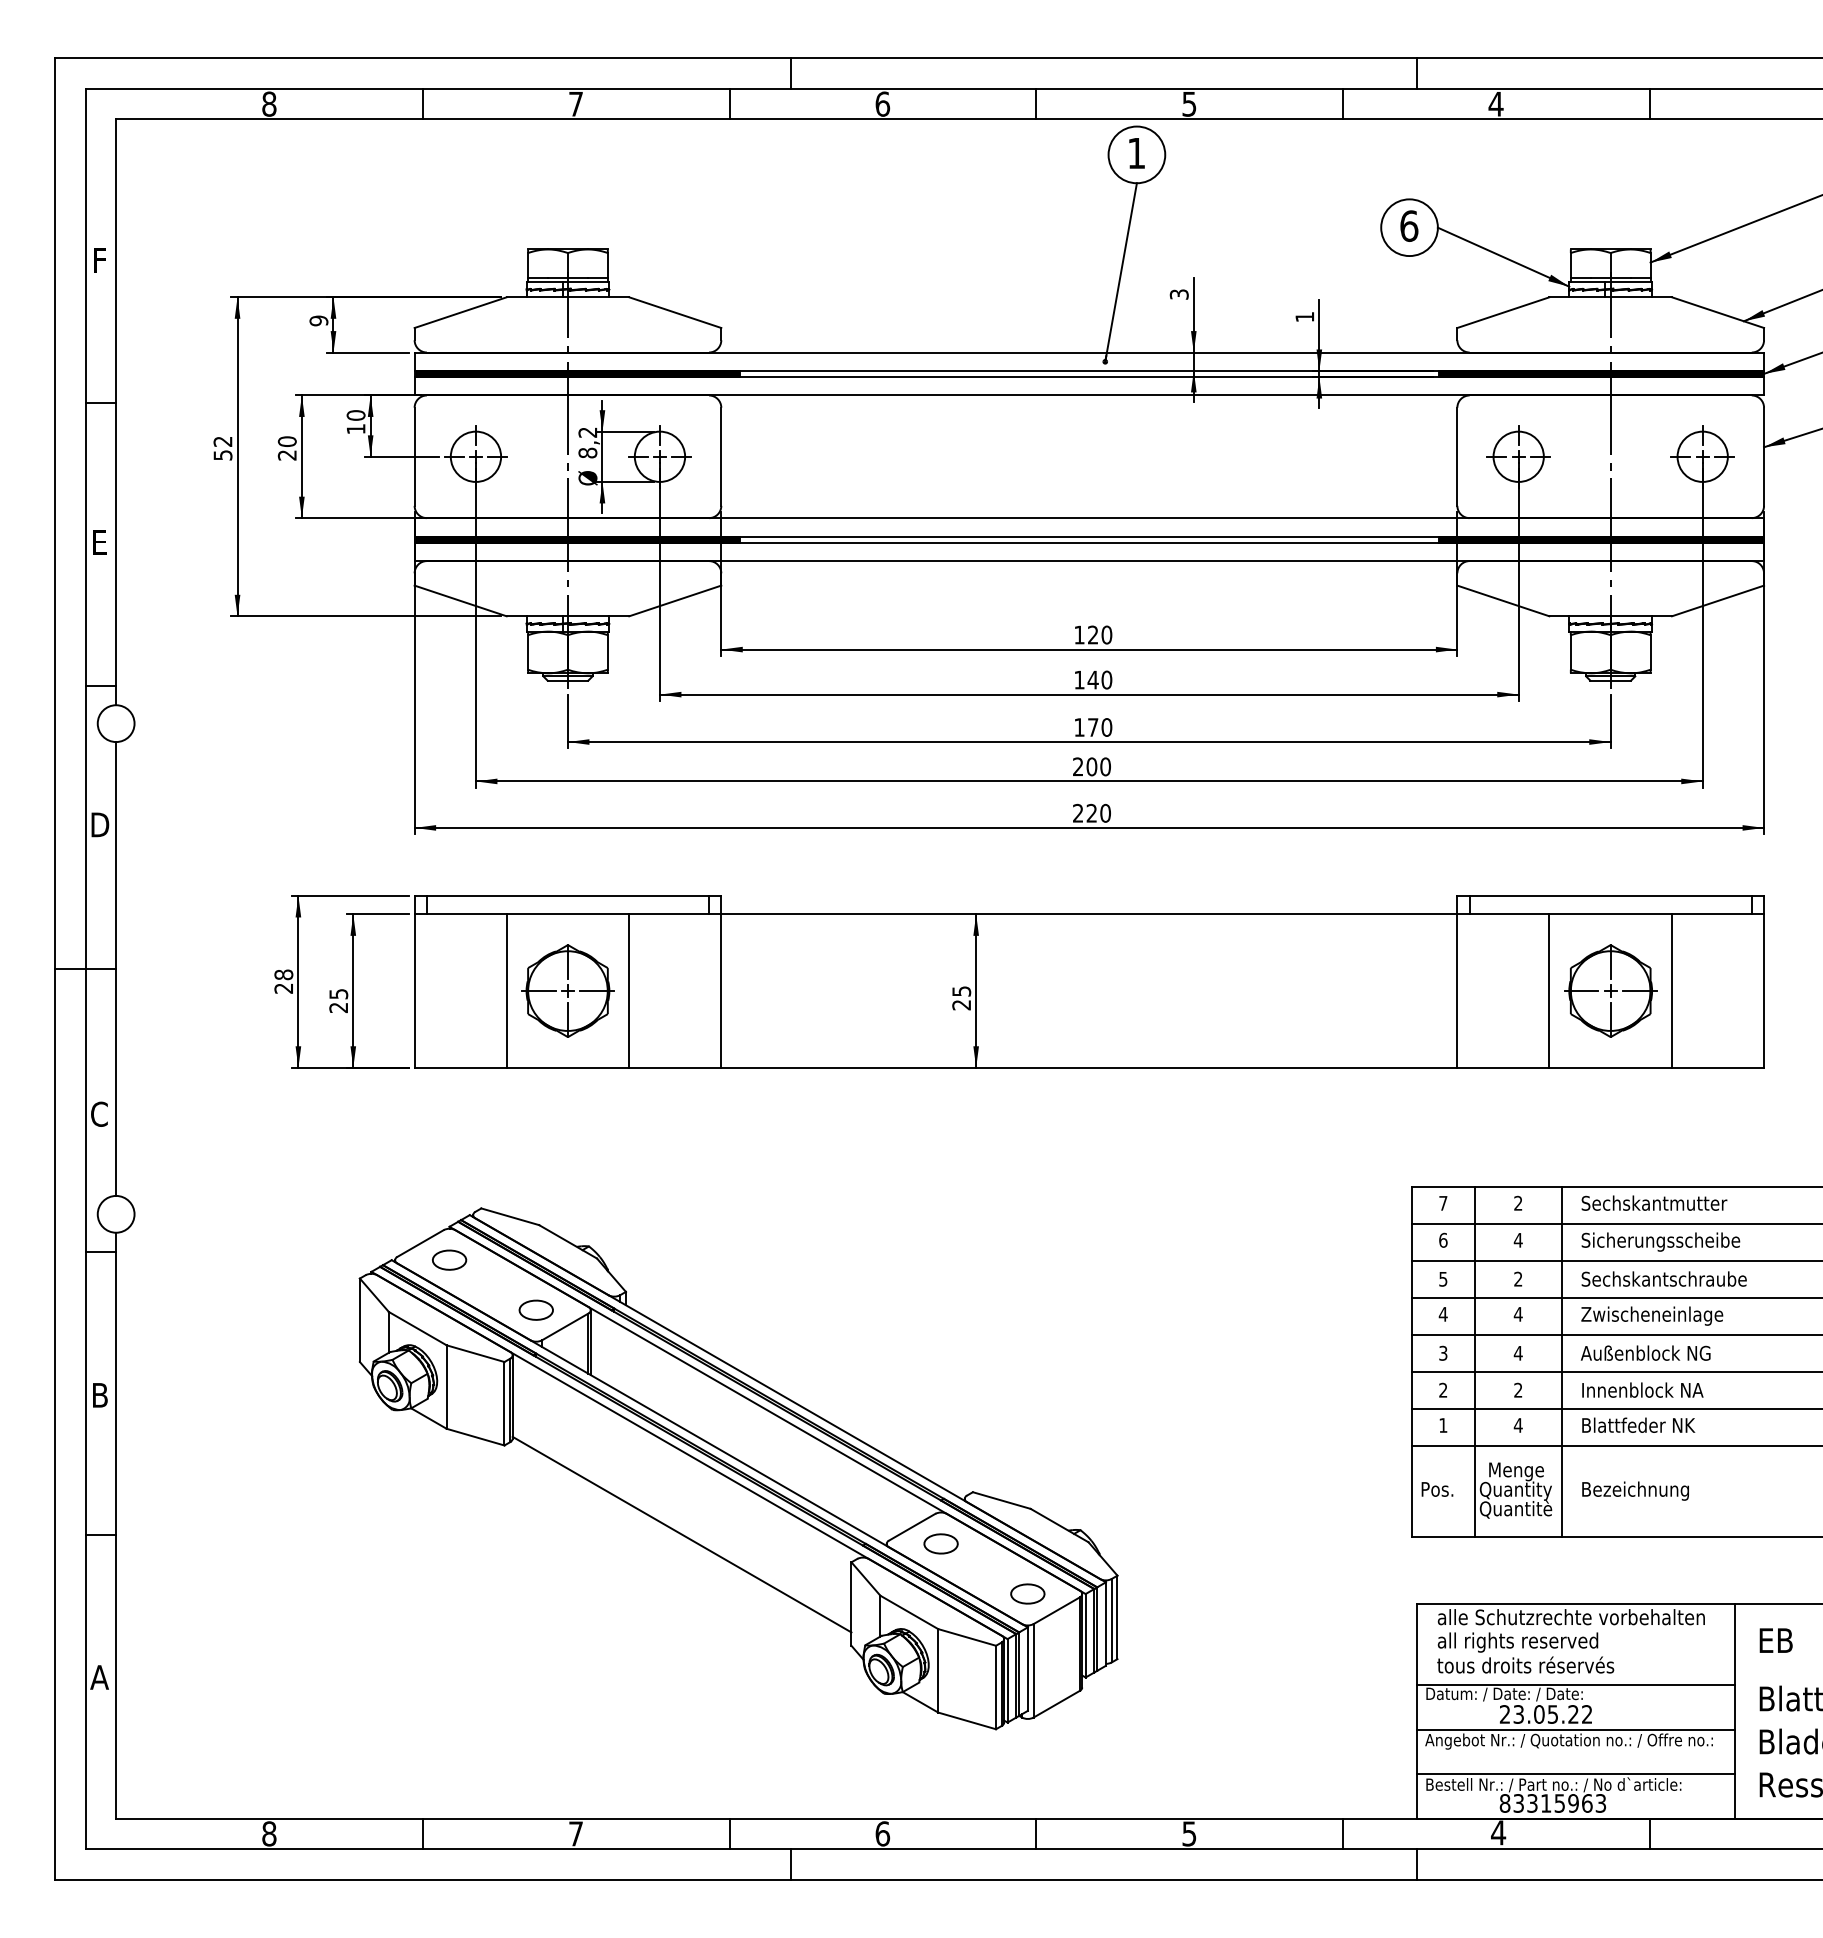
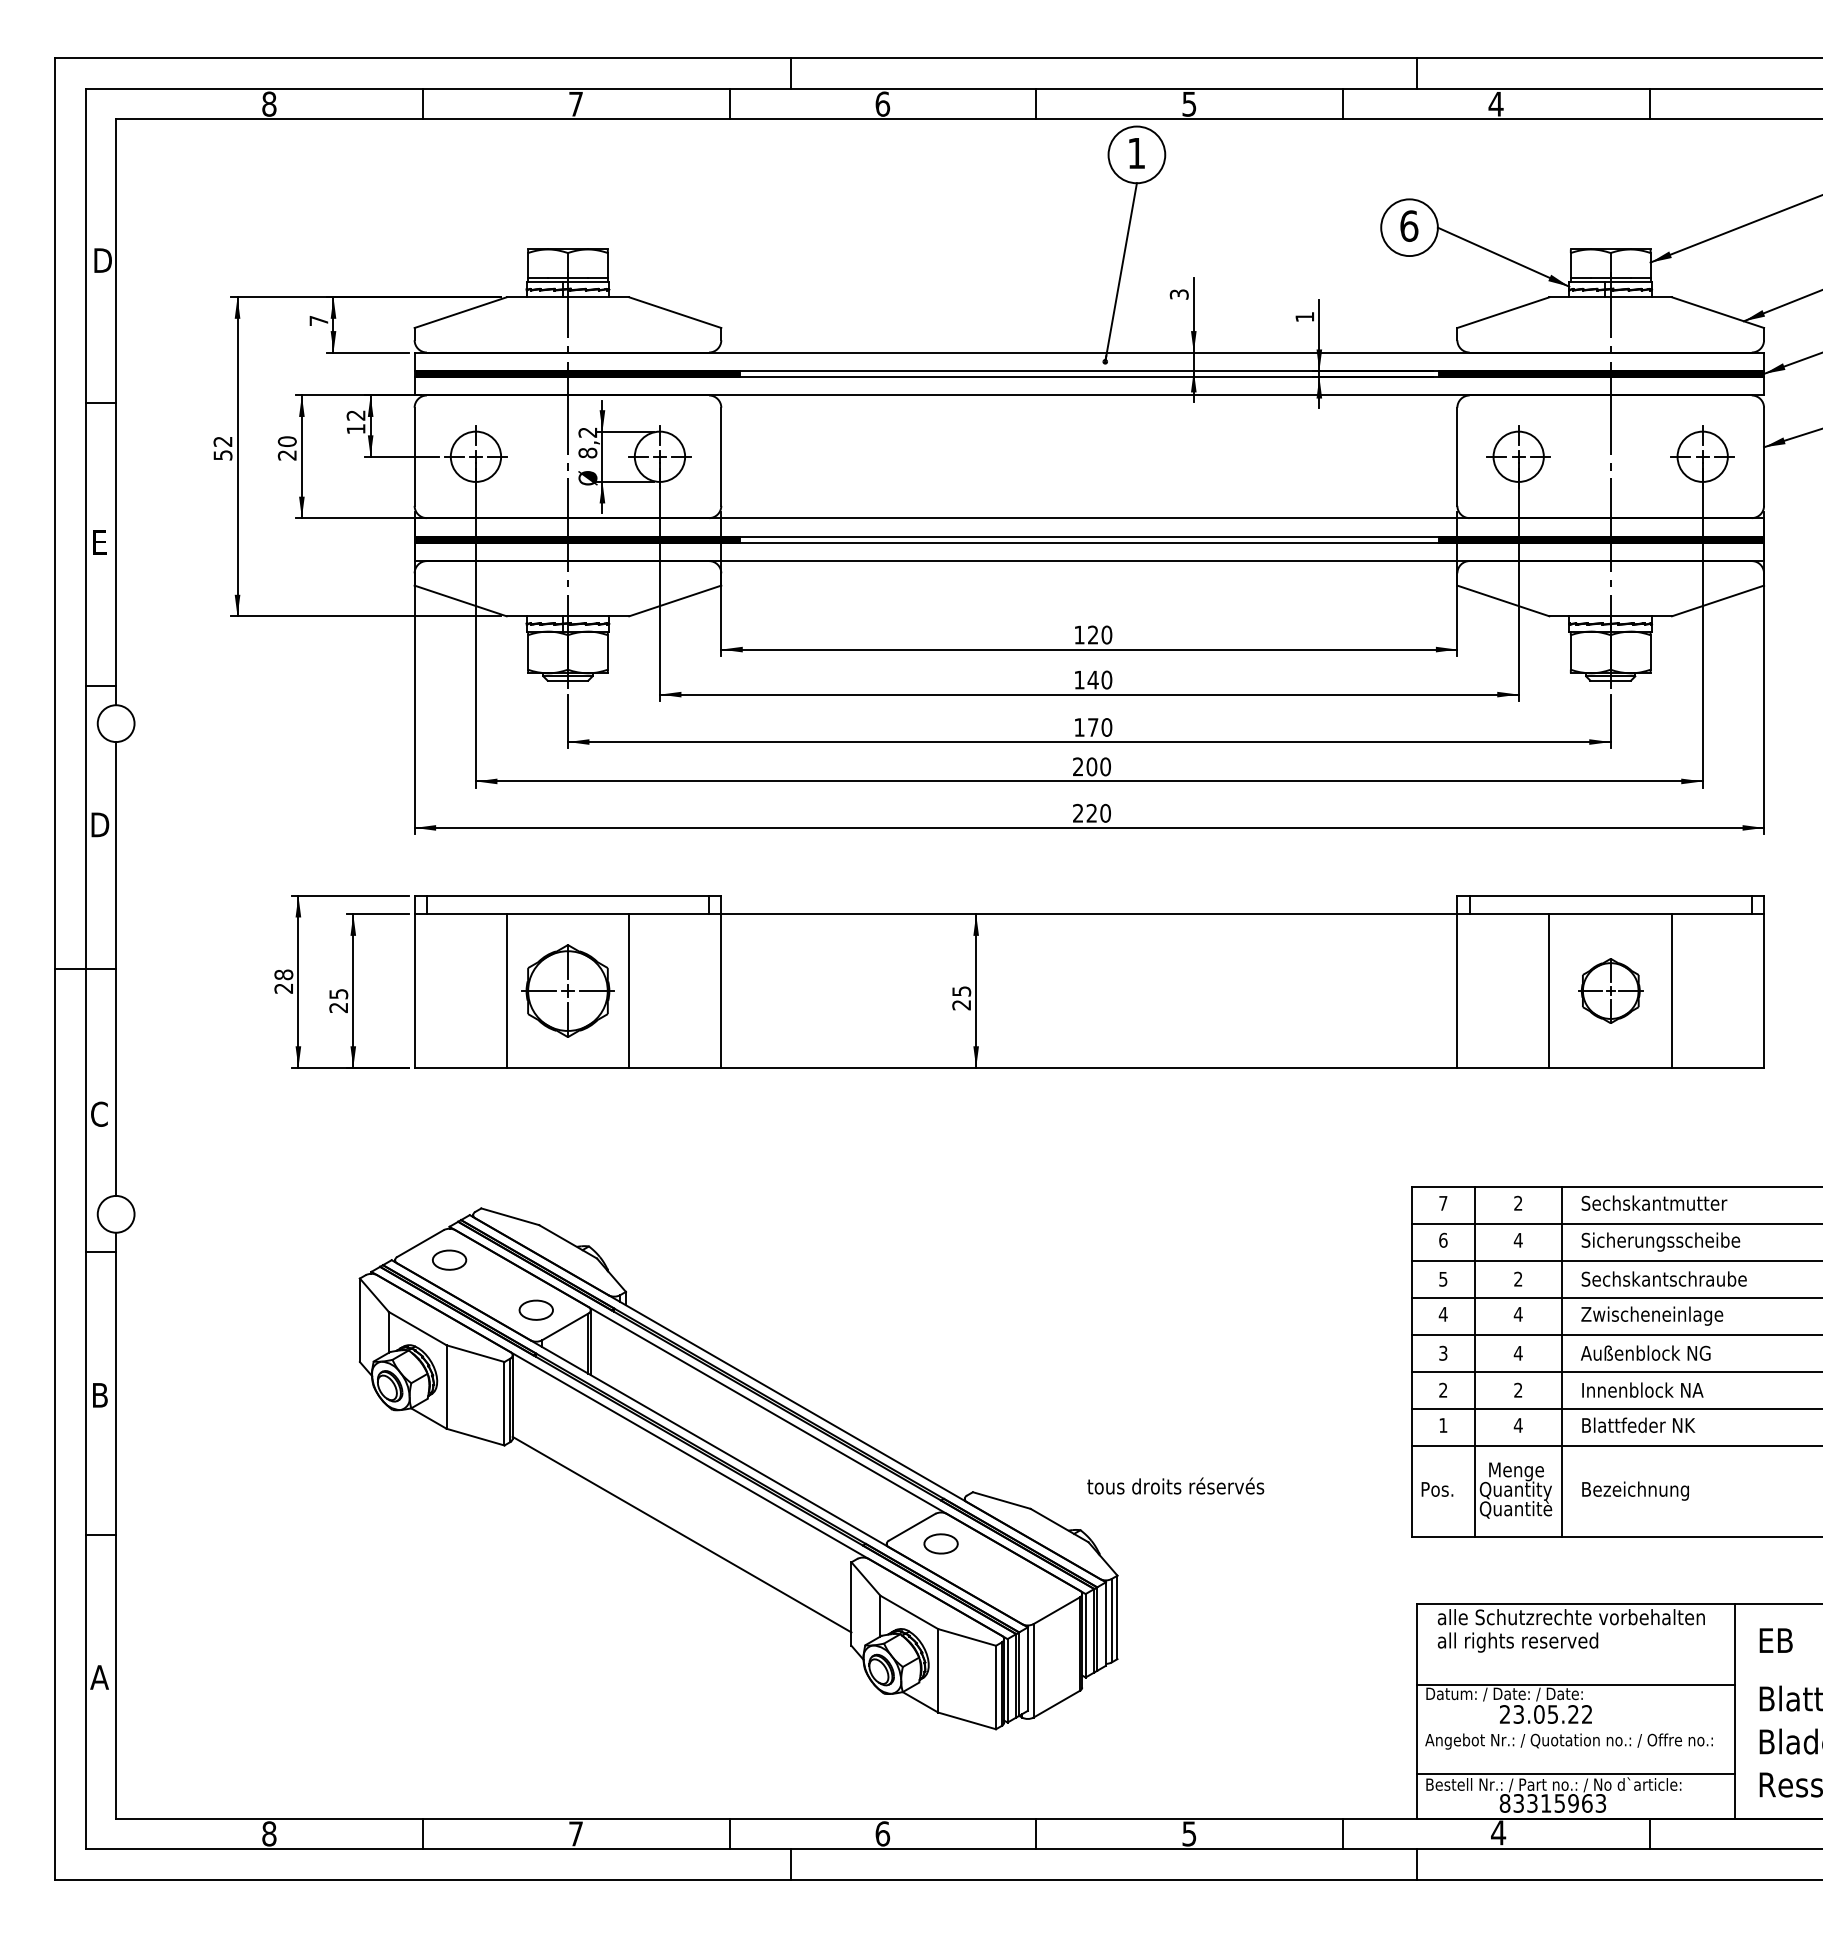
text at (102, 260): F -> D
text at (318, 320): 9 -> 7
text at (355, 415): 10 -> 12
part at (1610, 990) size: 94x94 px -> 66x66 px
part at (1027, 1593): present -> none
text at (1525, 1664) position: (1525, 1664) -> (1175, 1485)
line at (1575, 1729): present -> none
